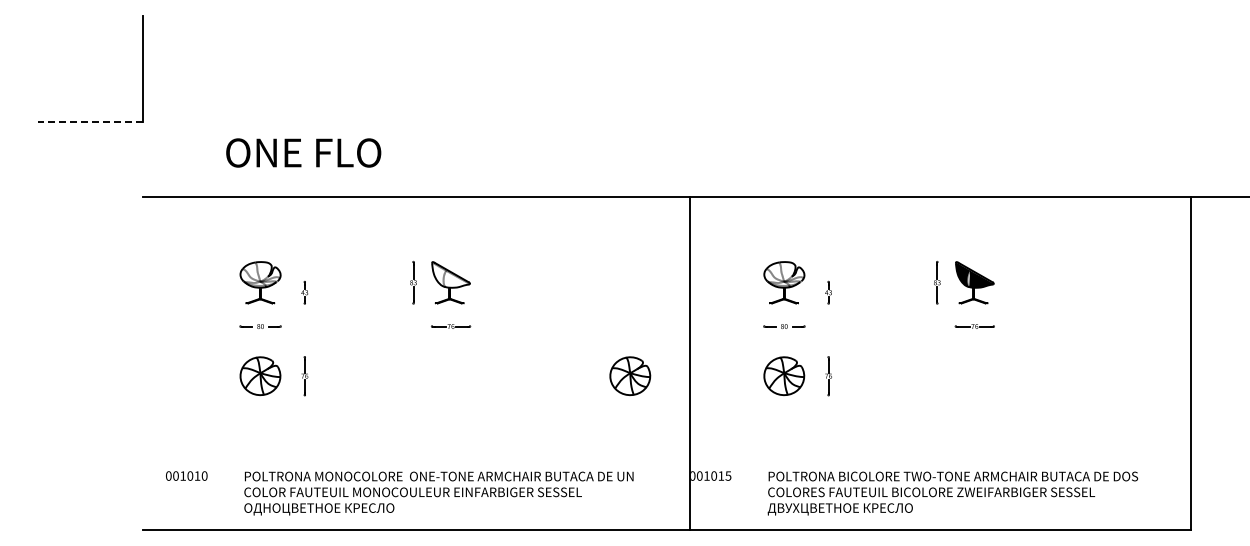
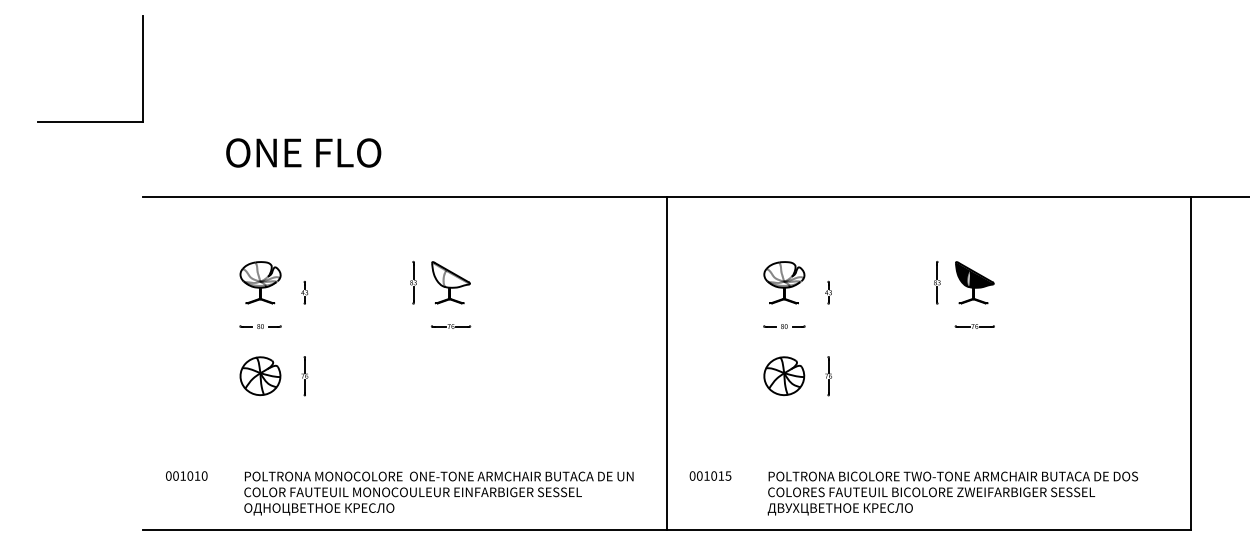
line at (90, 122): dashed -> solid
line at (690, 362) position: (690, 362) -> (667, 362)
part at (630, 375): present -> none
